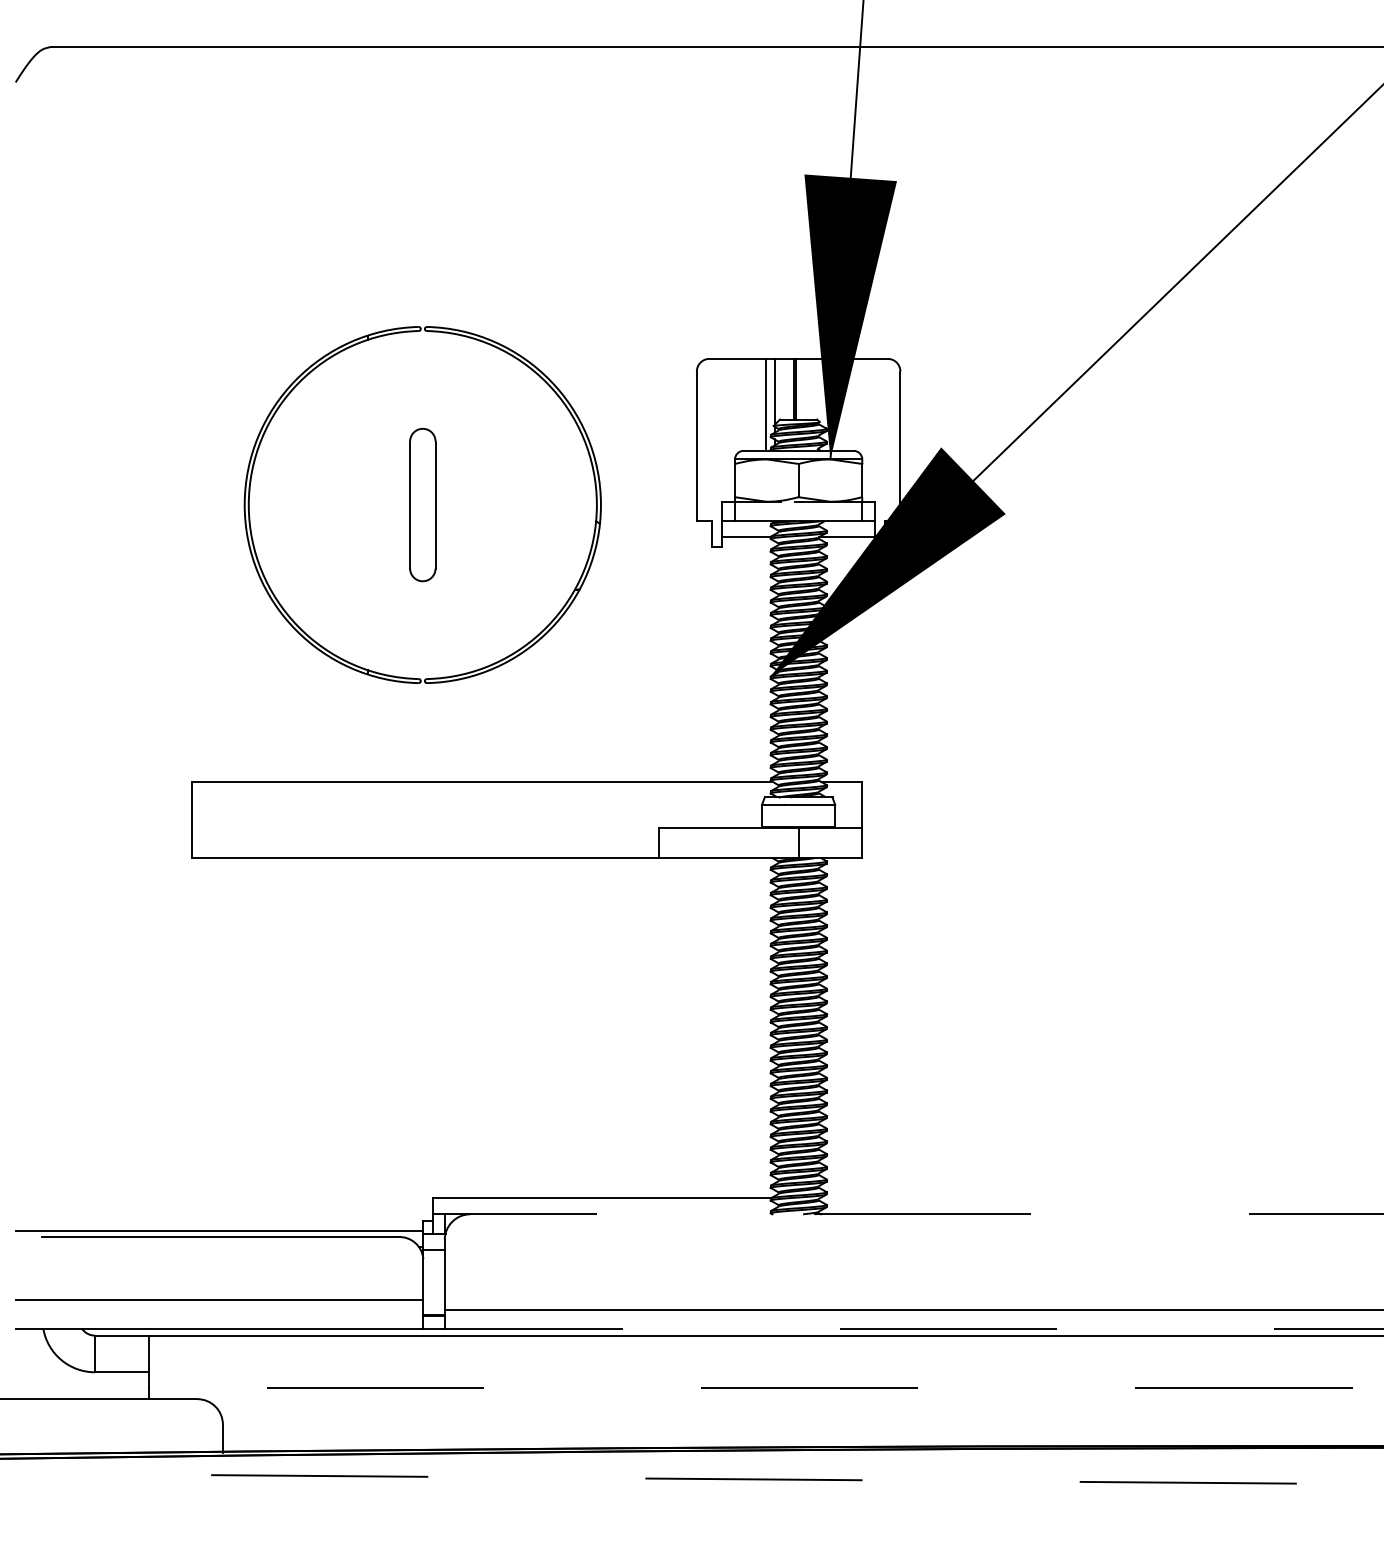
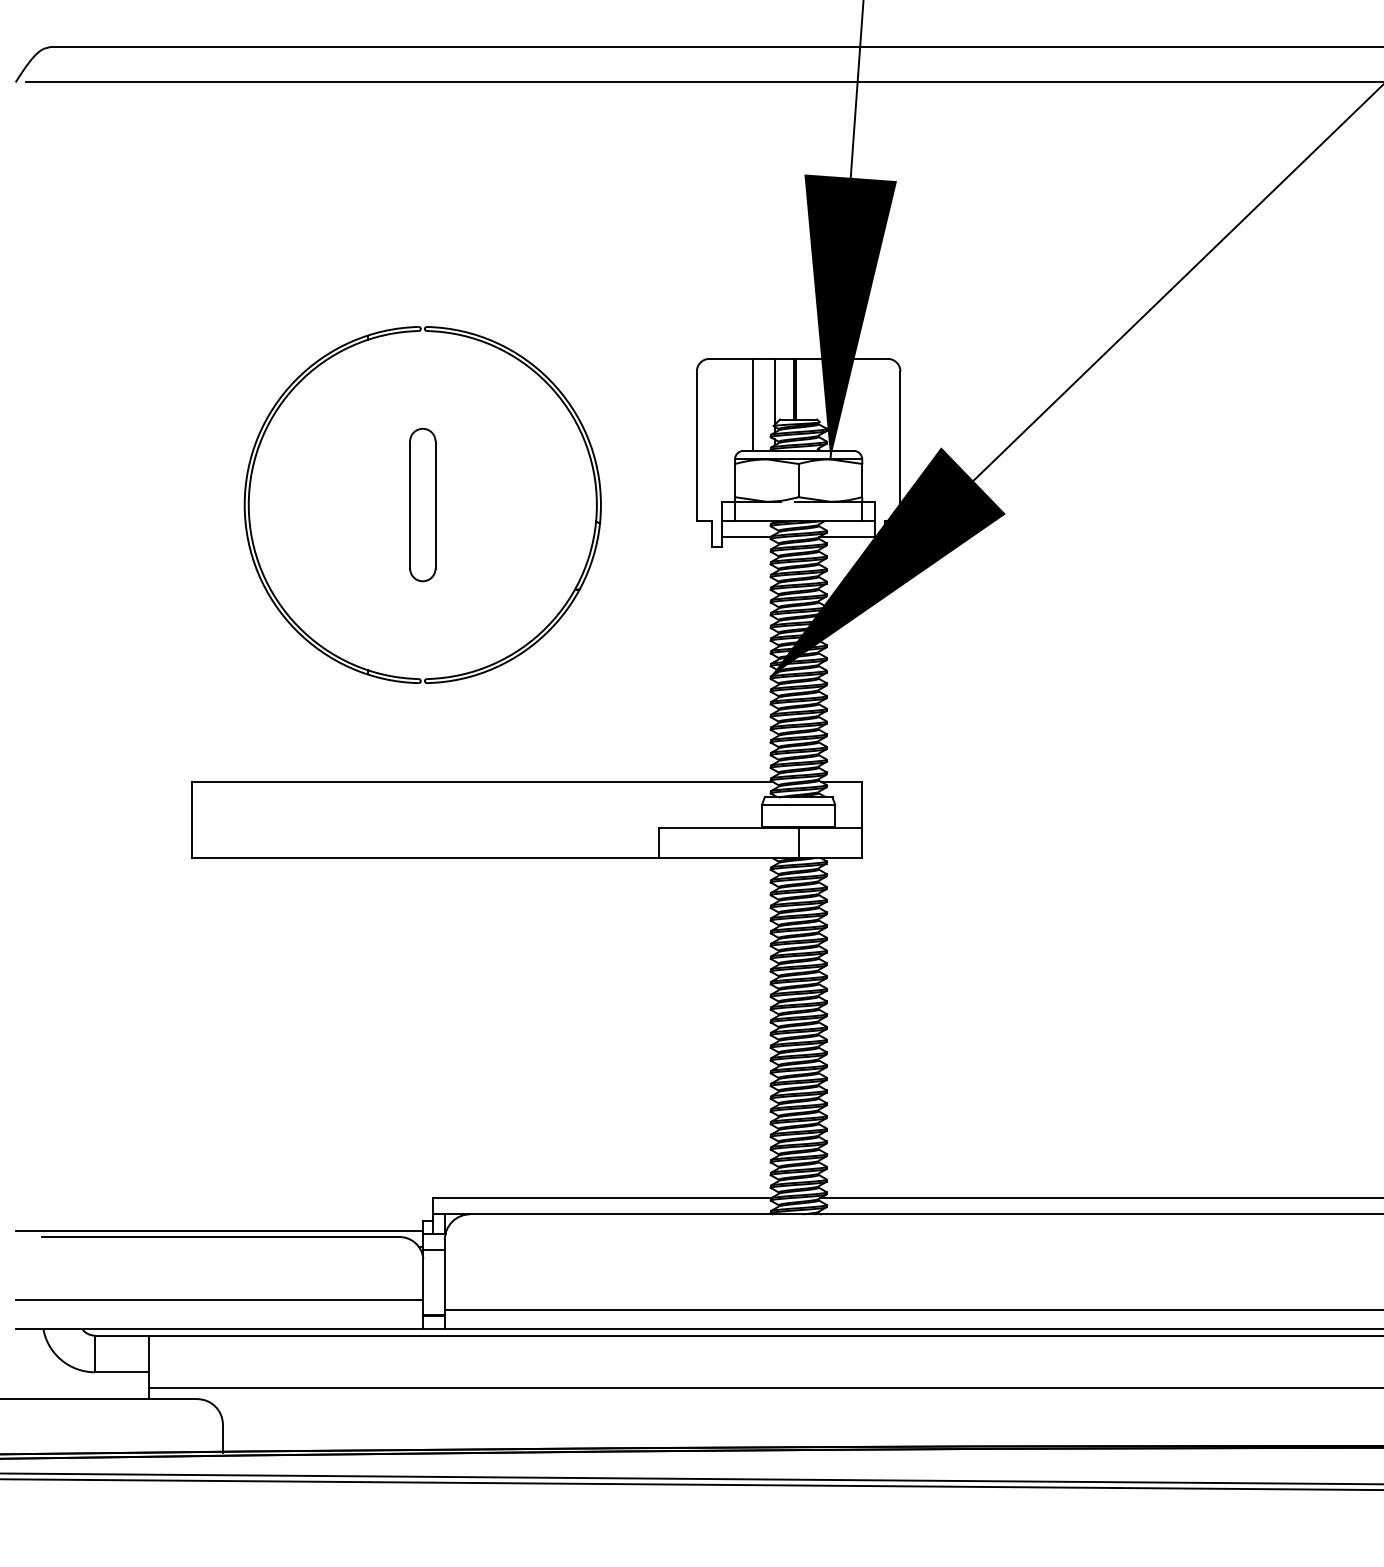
line at (702, 82): none -> present
line at (765, 404) position: (765, 404) -> (752, 404)
line at (1099, 1198): none -> present
line at (926, 1214): dashed -> solid
line at (913, 1328): dashed -> solid
line at (766, 1388): dashed -> solid
line at (692, 1478): dashed -> solid
line at (691, 1484): none -> present
